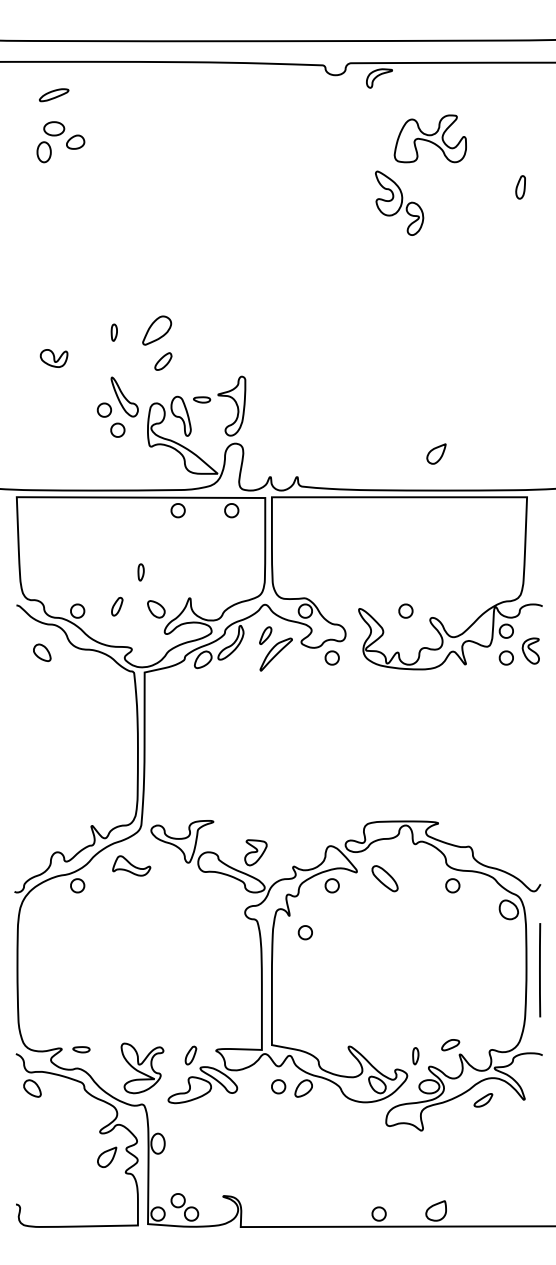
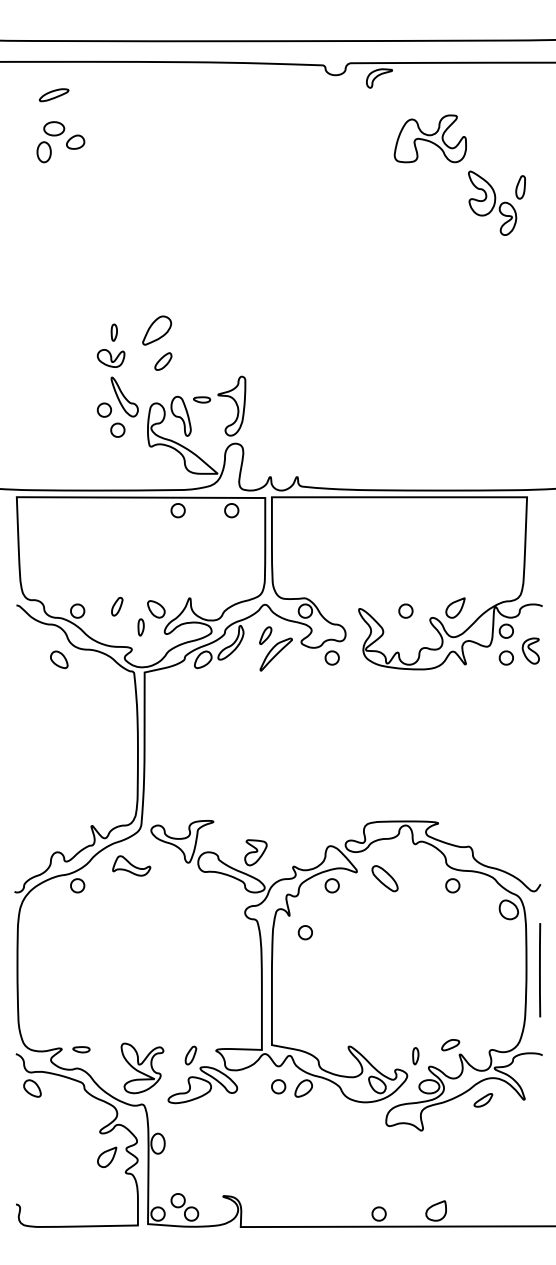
part at (399, 202) position: (399, 202) -> (492, 202)
part at (53, 358) position: (53, 358) -> (110, 358)
part at (436, 453) position: (436, 453) -> (455, 607)
part at (140, 572) position: (140, 572) -> (140, 627)
part at (42, 652) position: (42, 652) -> (59, 659)
